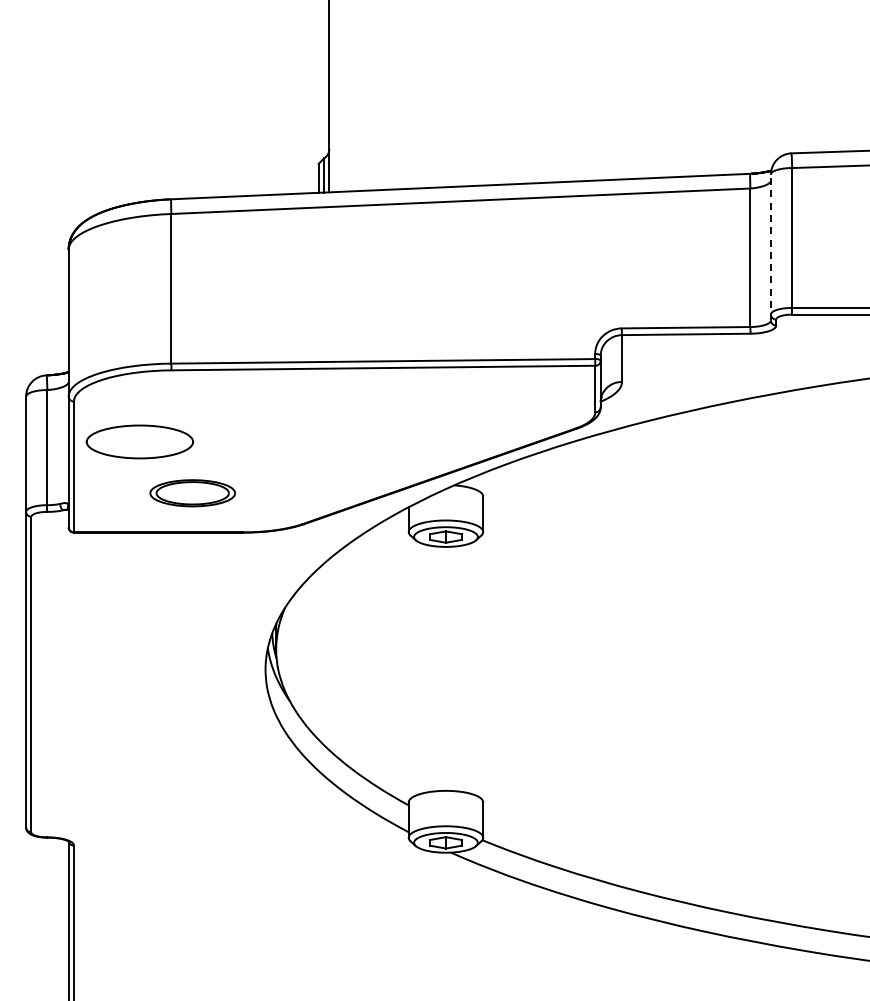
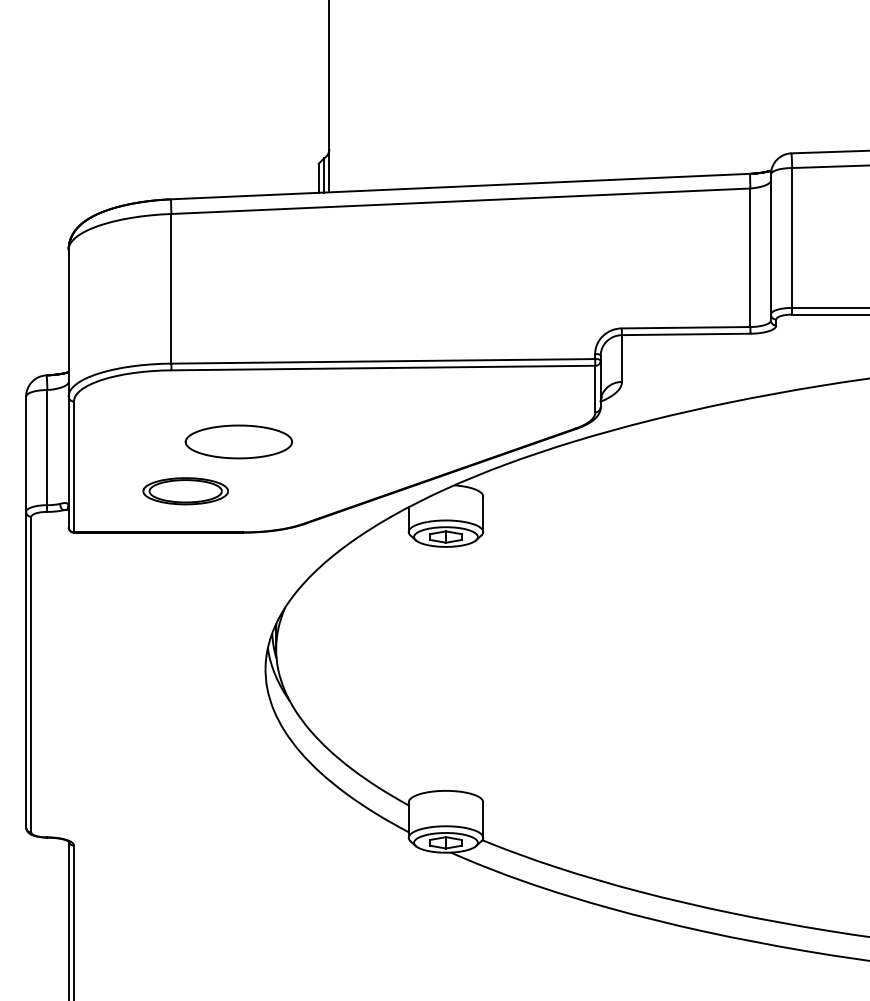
line at (770, 247): dashed -> solid
part at (139, 441) position: (139, 441) -> (238, 441)
part at (192, 493) position: (192, 493) -> (185, 491)
